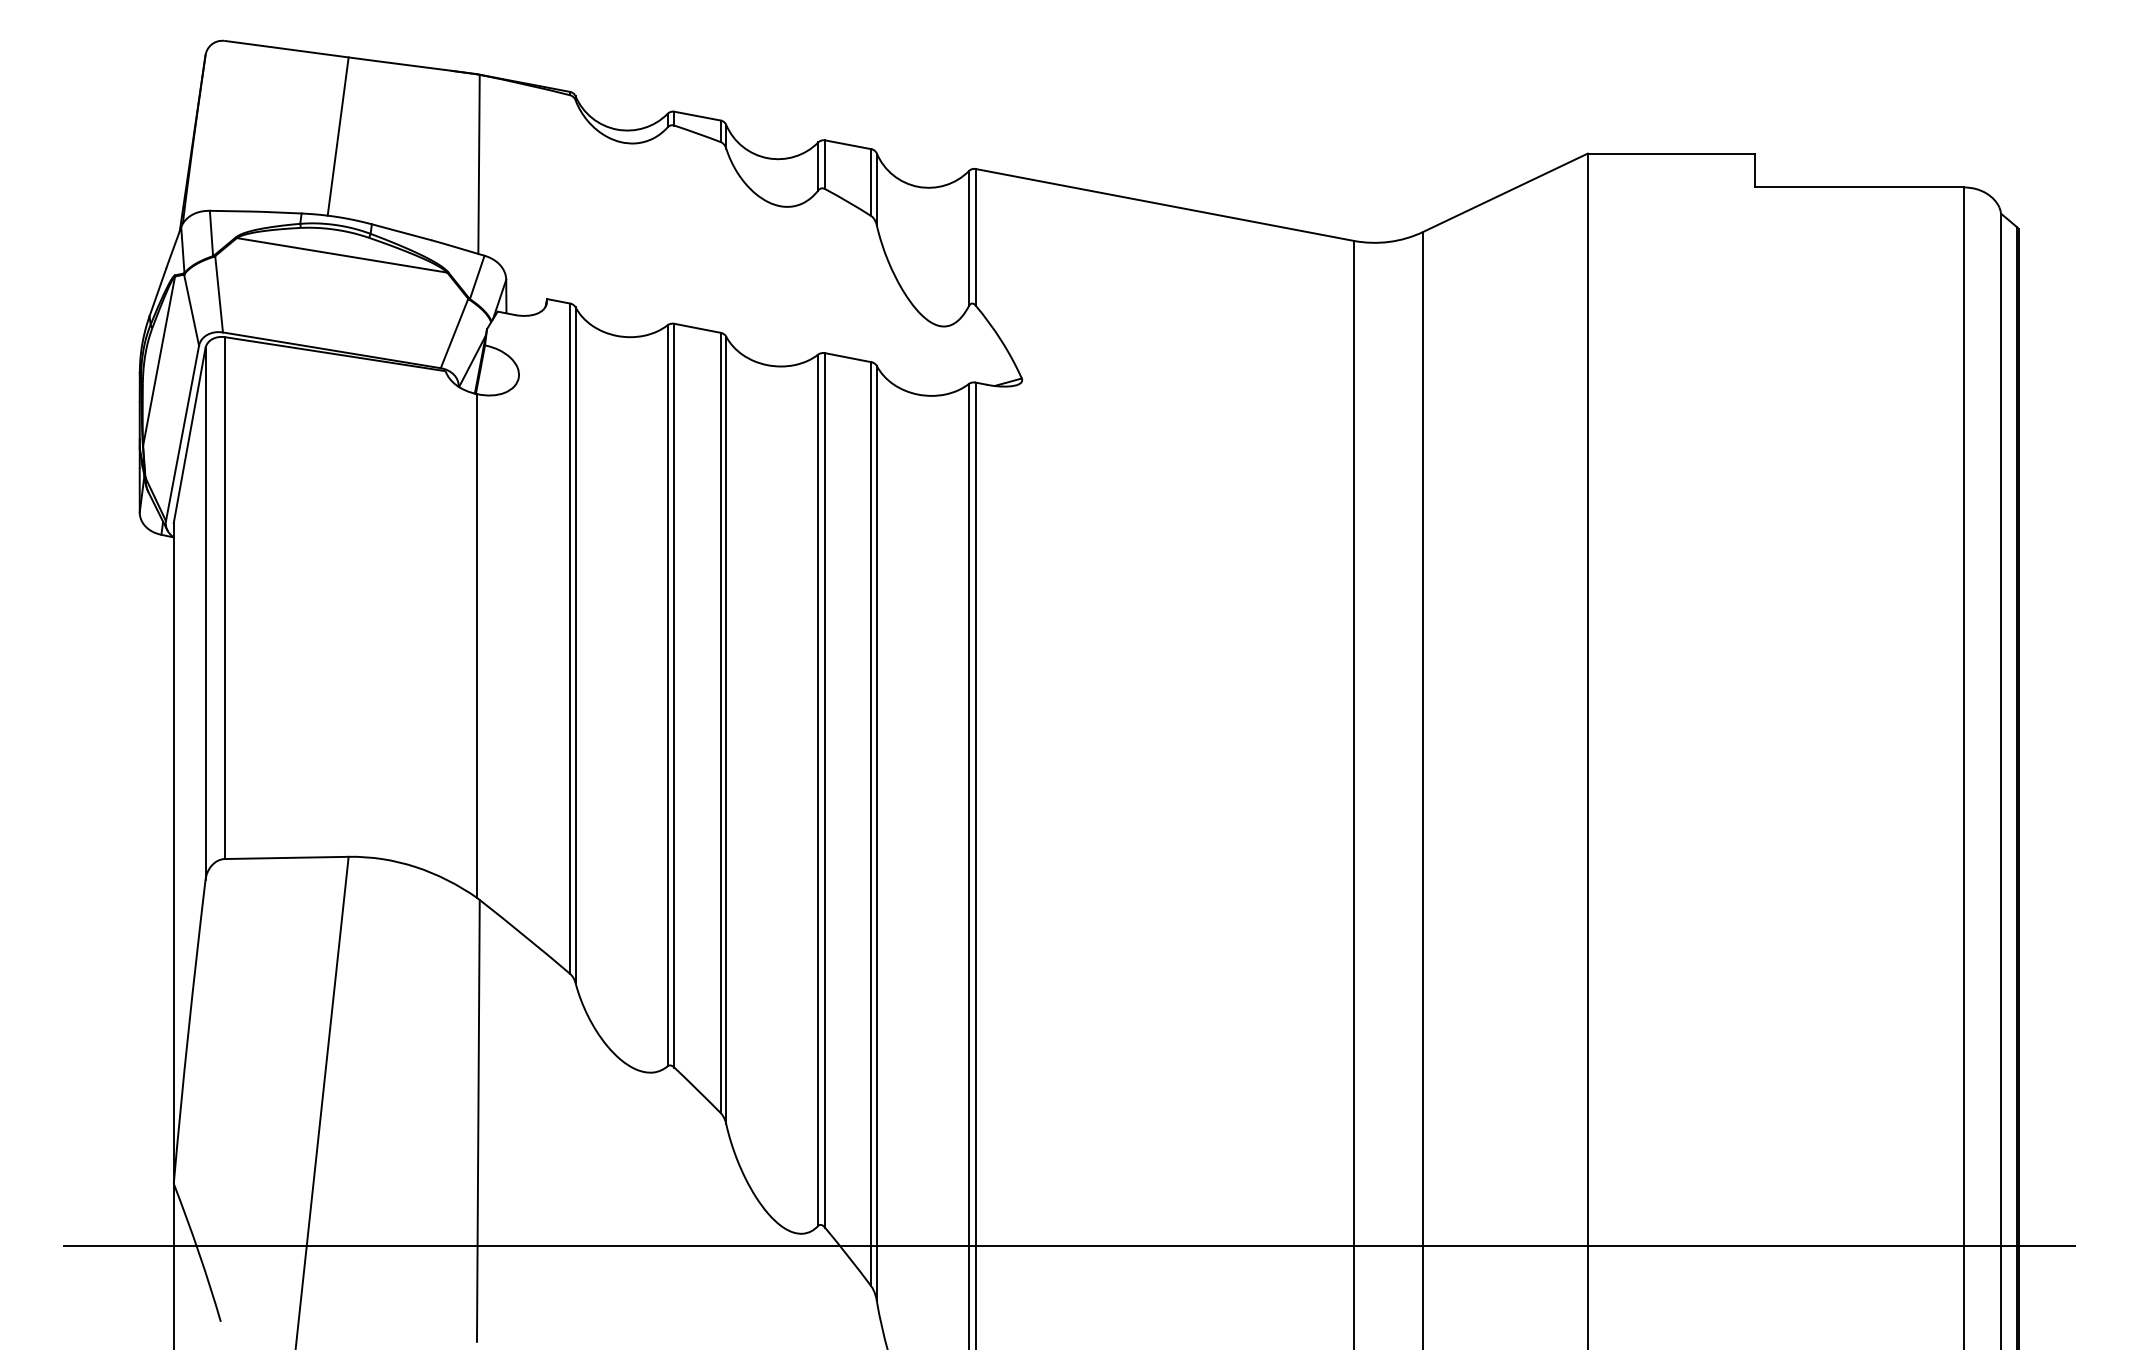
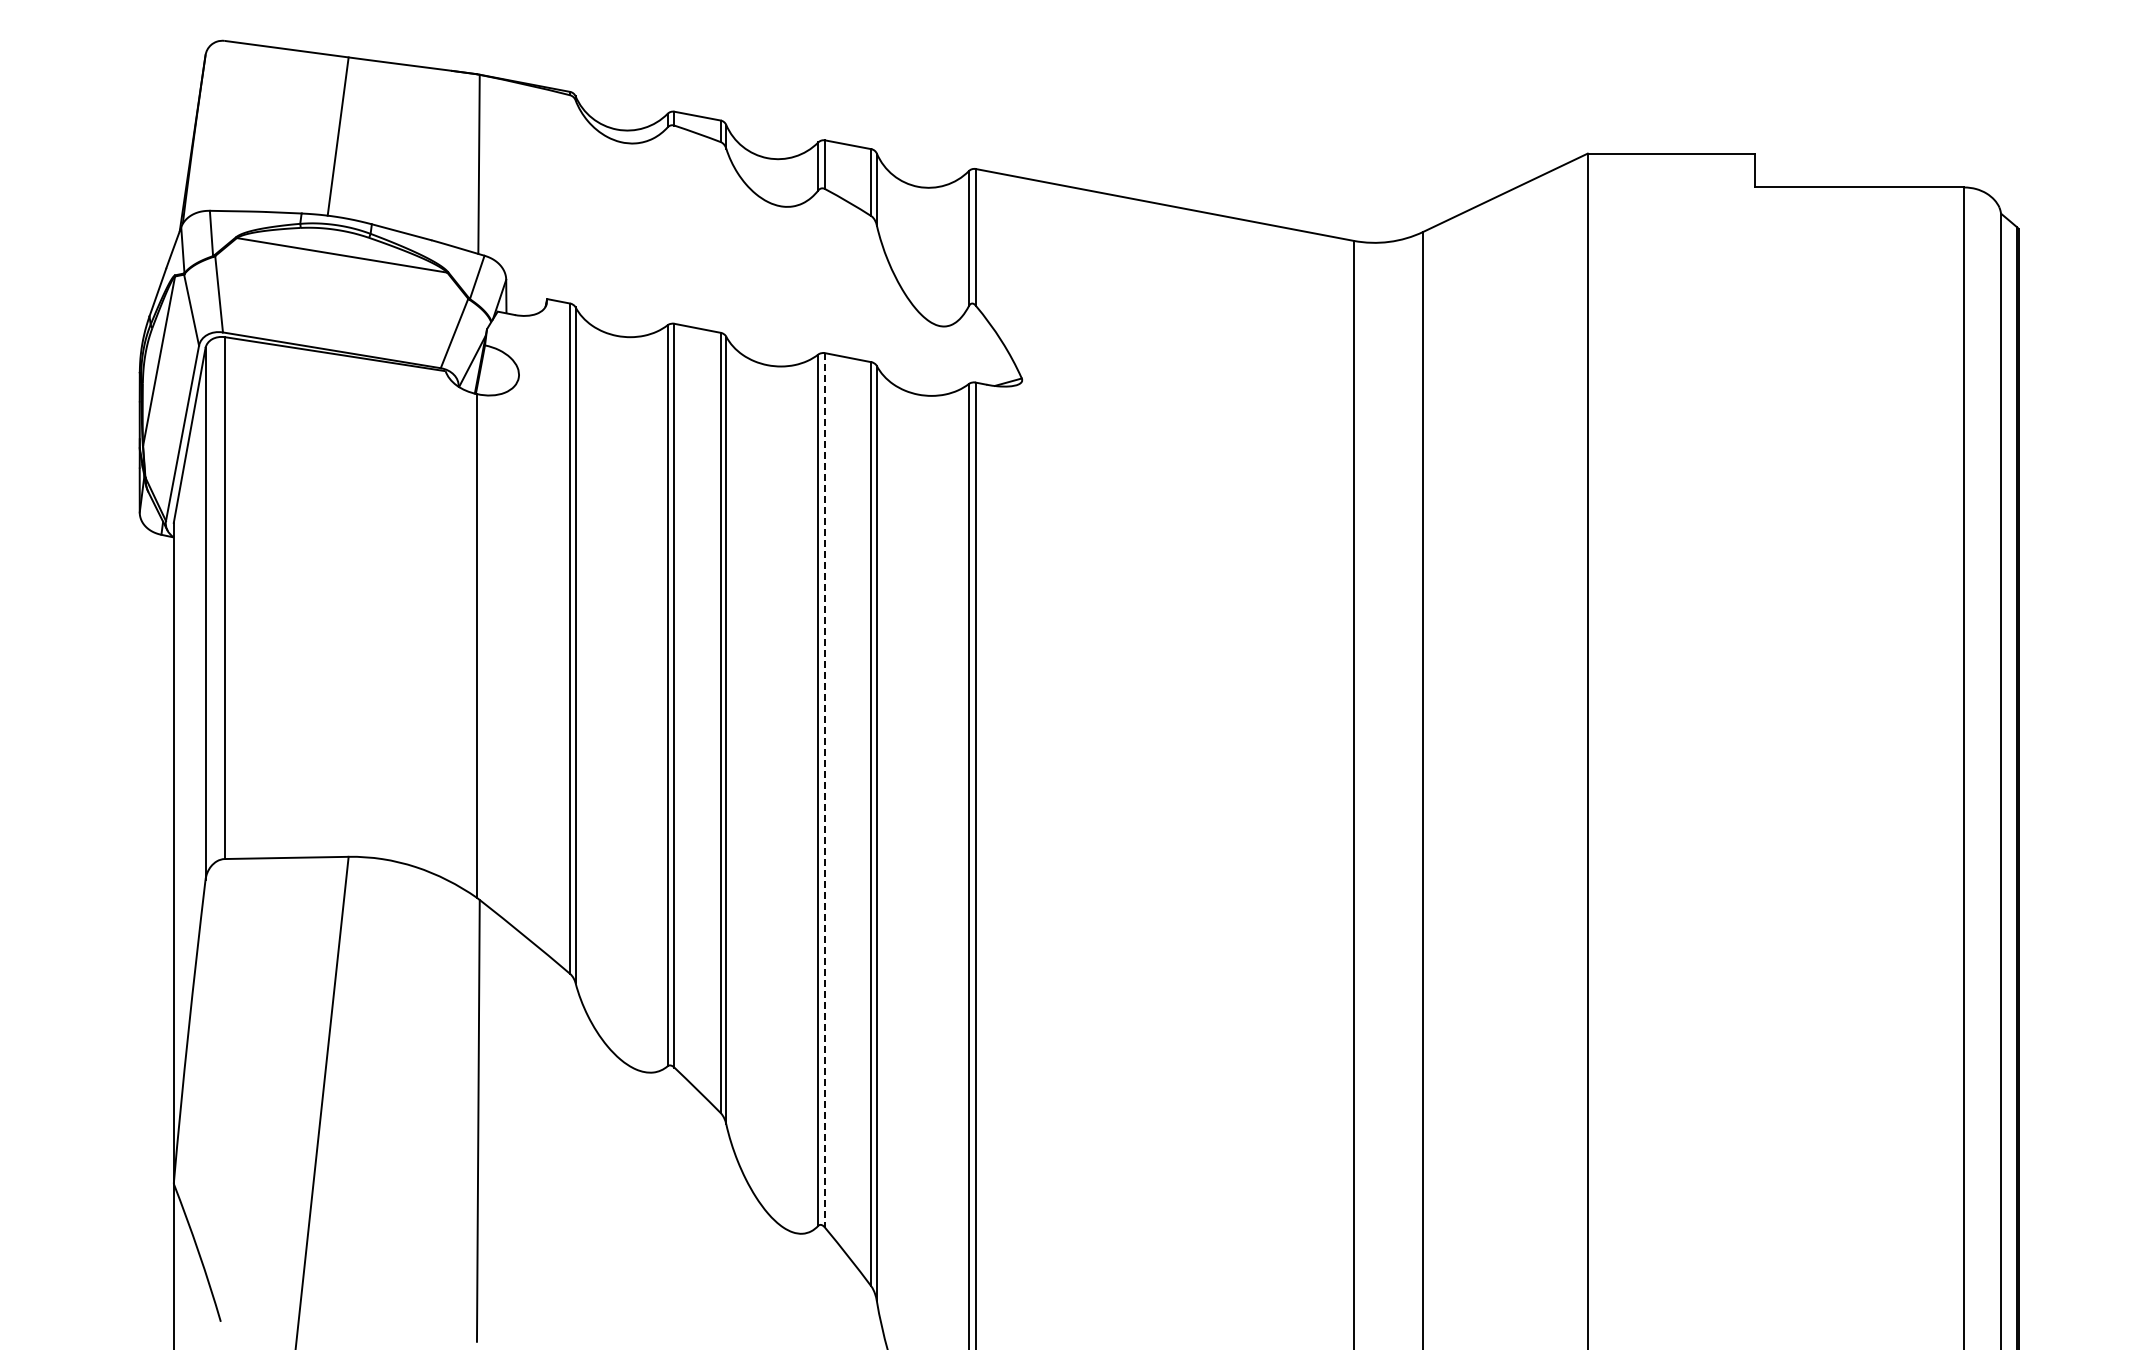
line at (825, 790): solid -> dashed
line at (1069, 1245): present -> none
